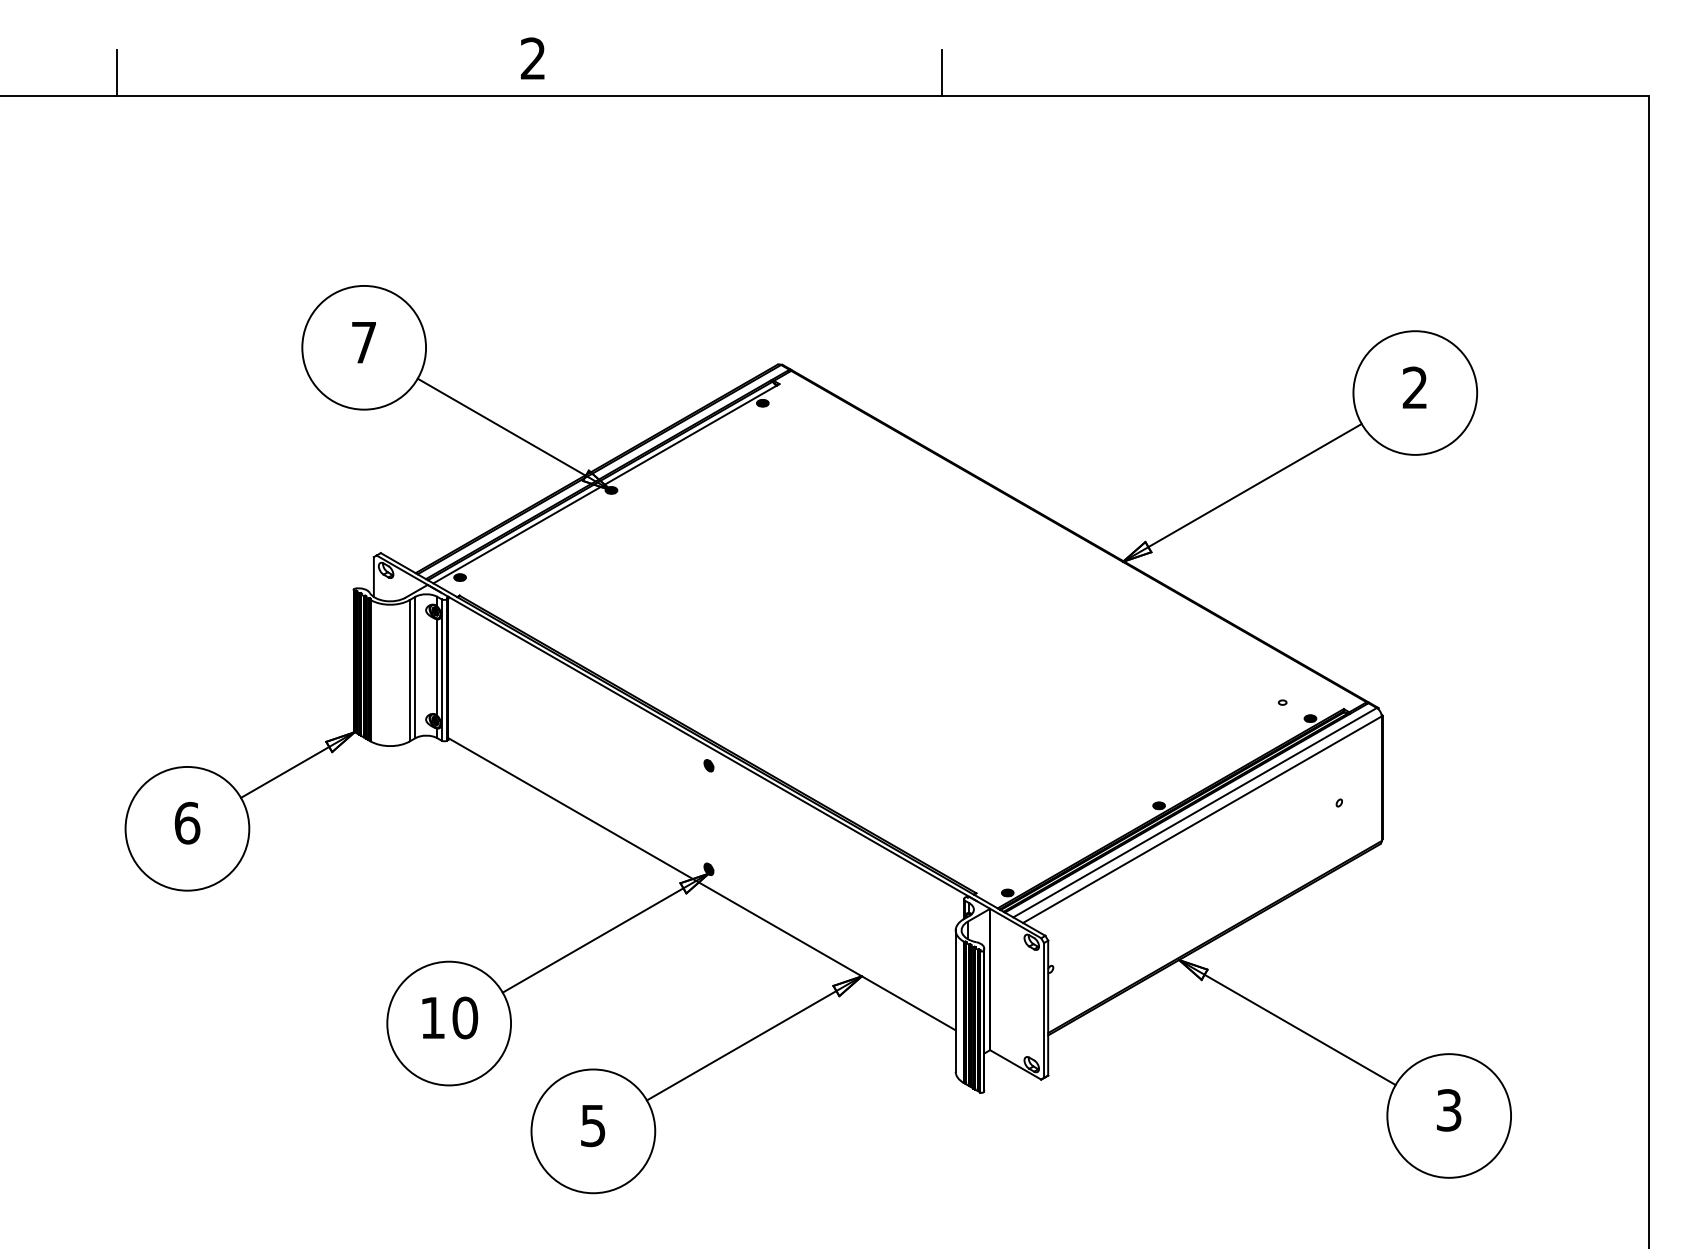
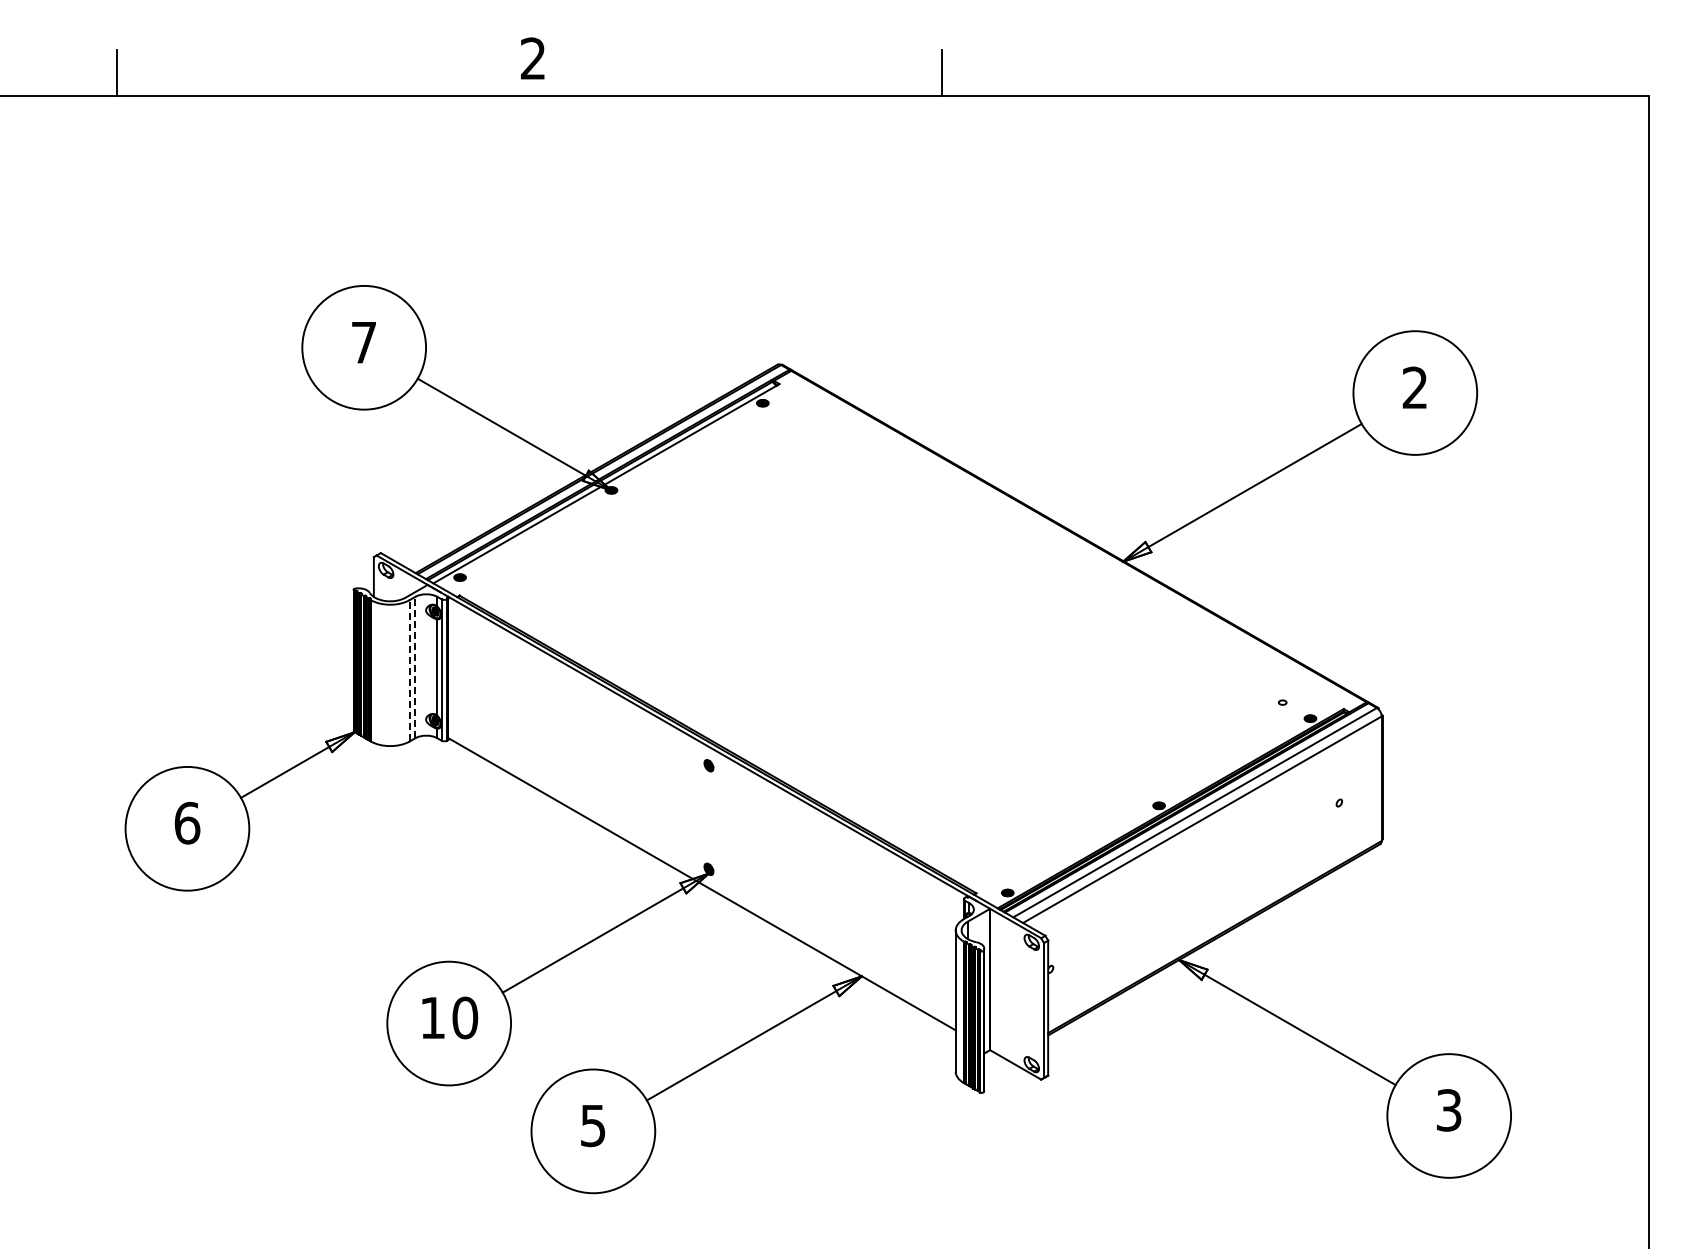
line at (415, 667): solid -> dashed
line at (409, 670): solid -> dashed
